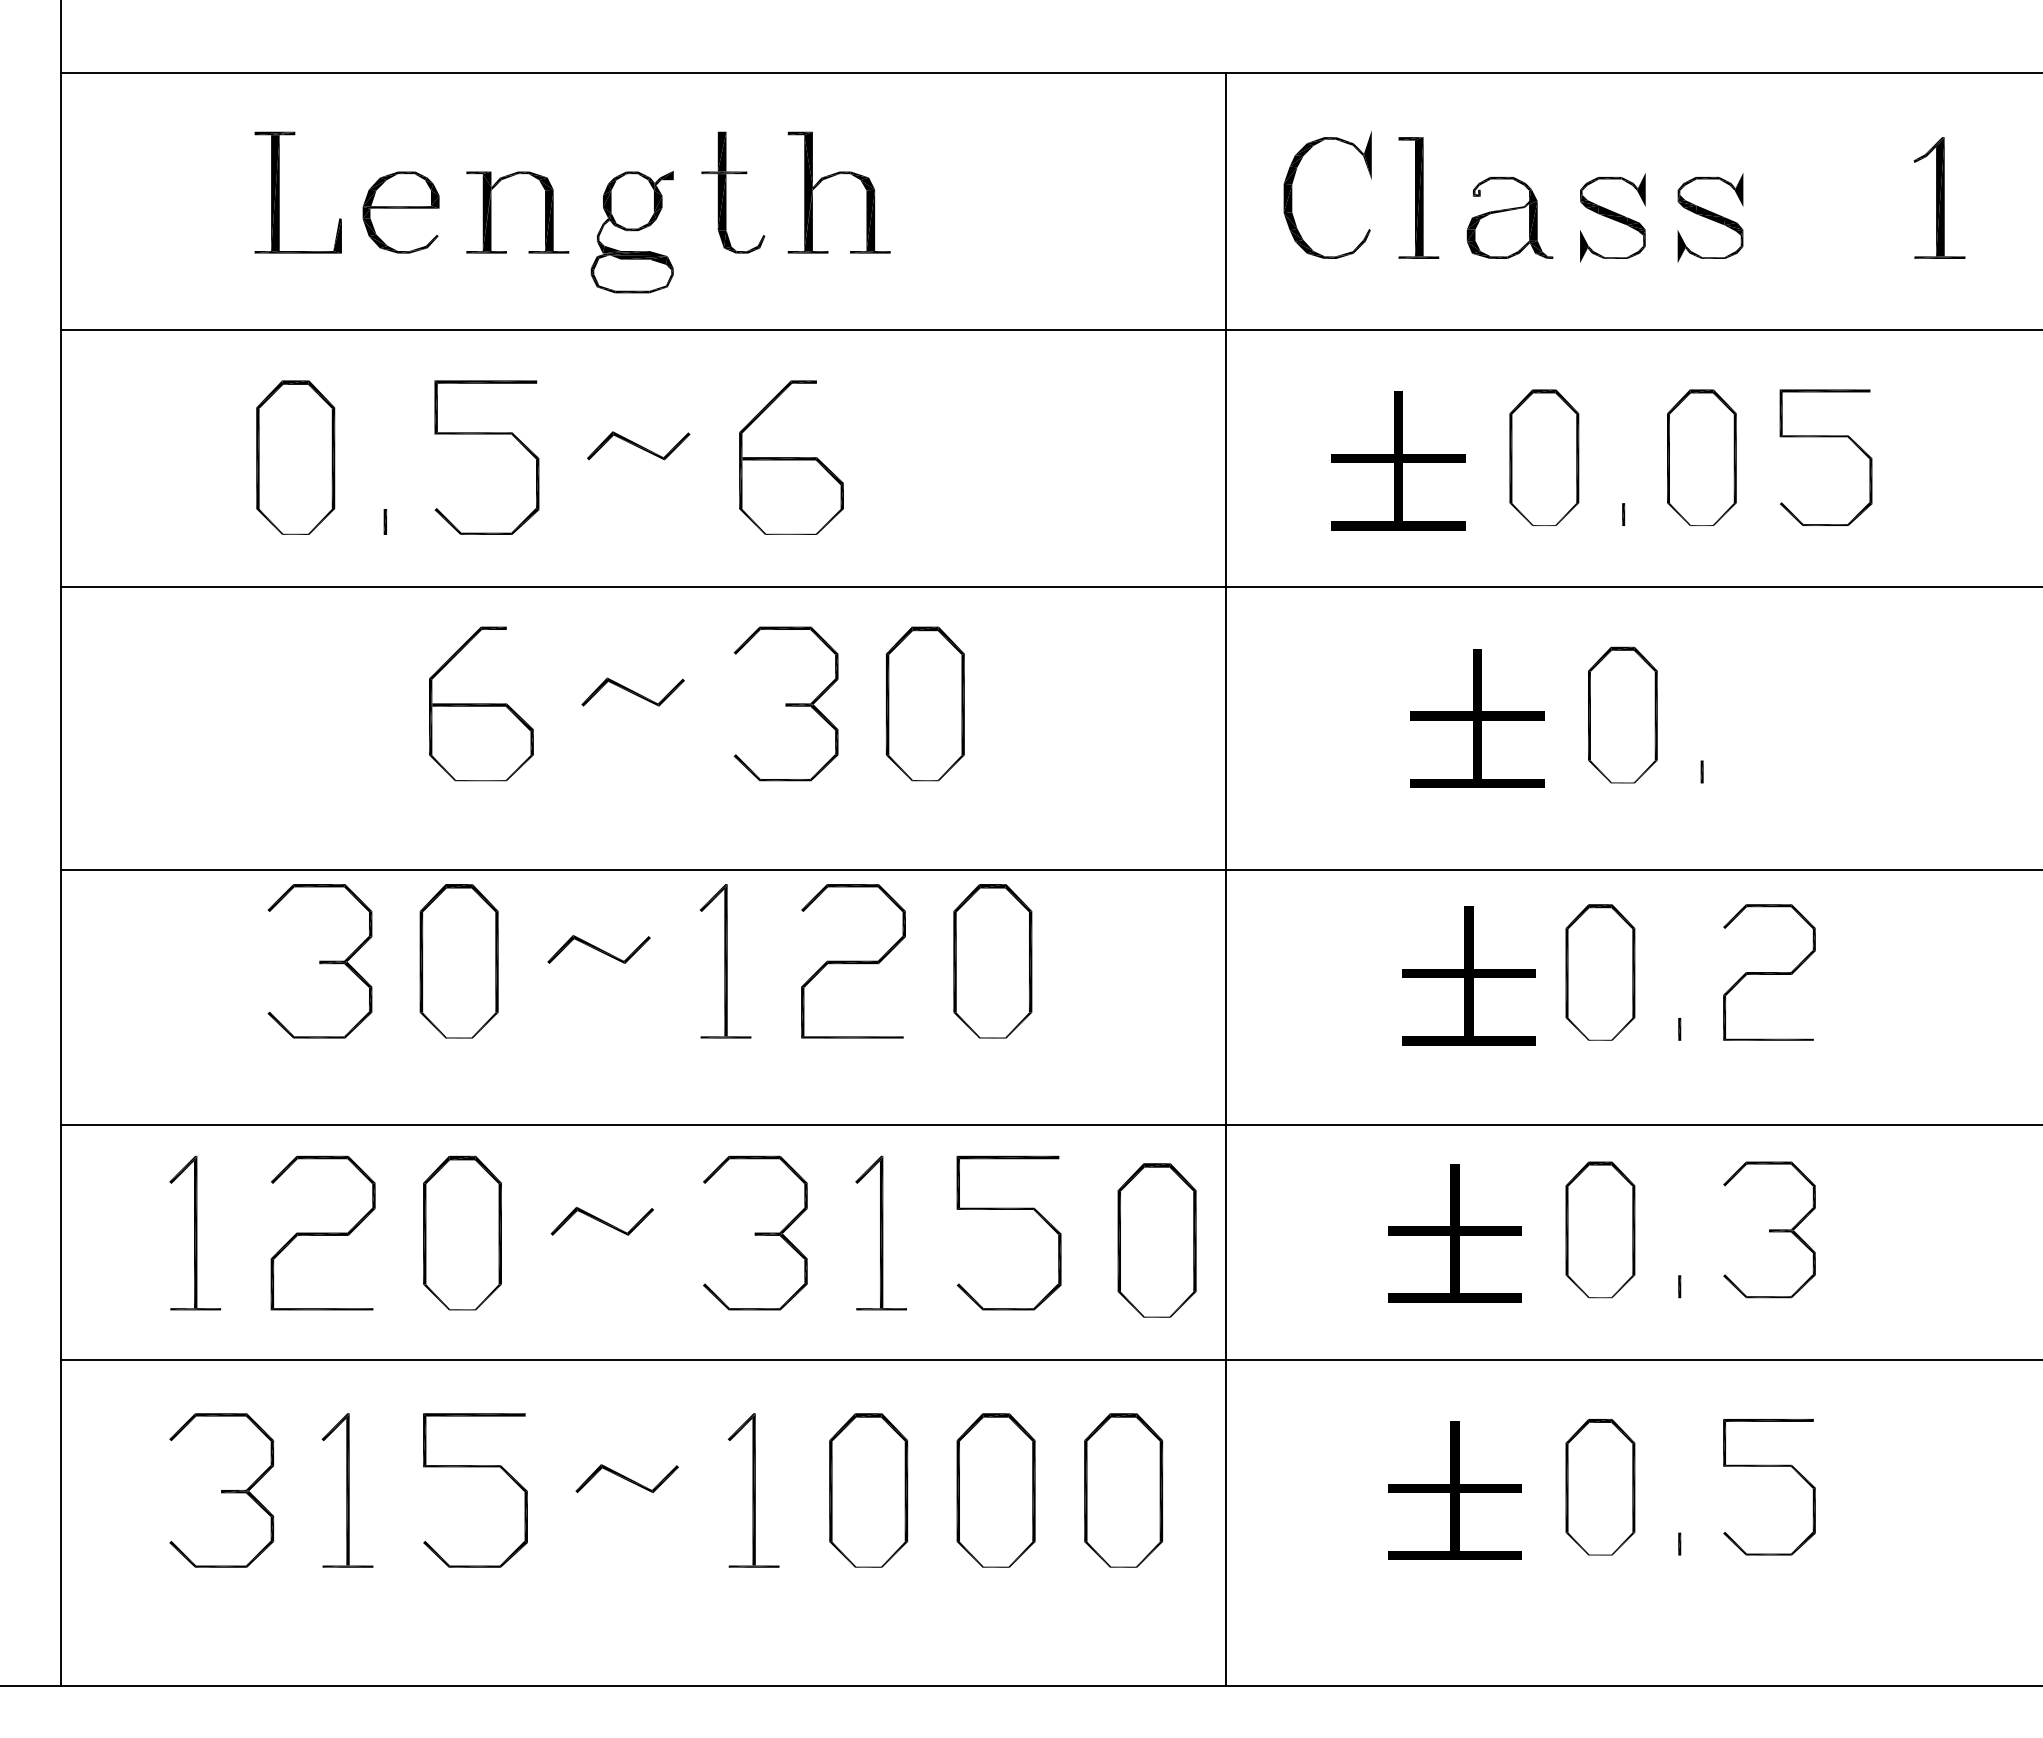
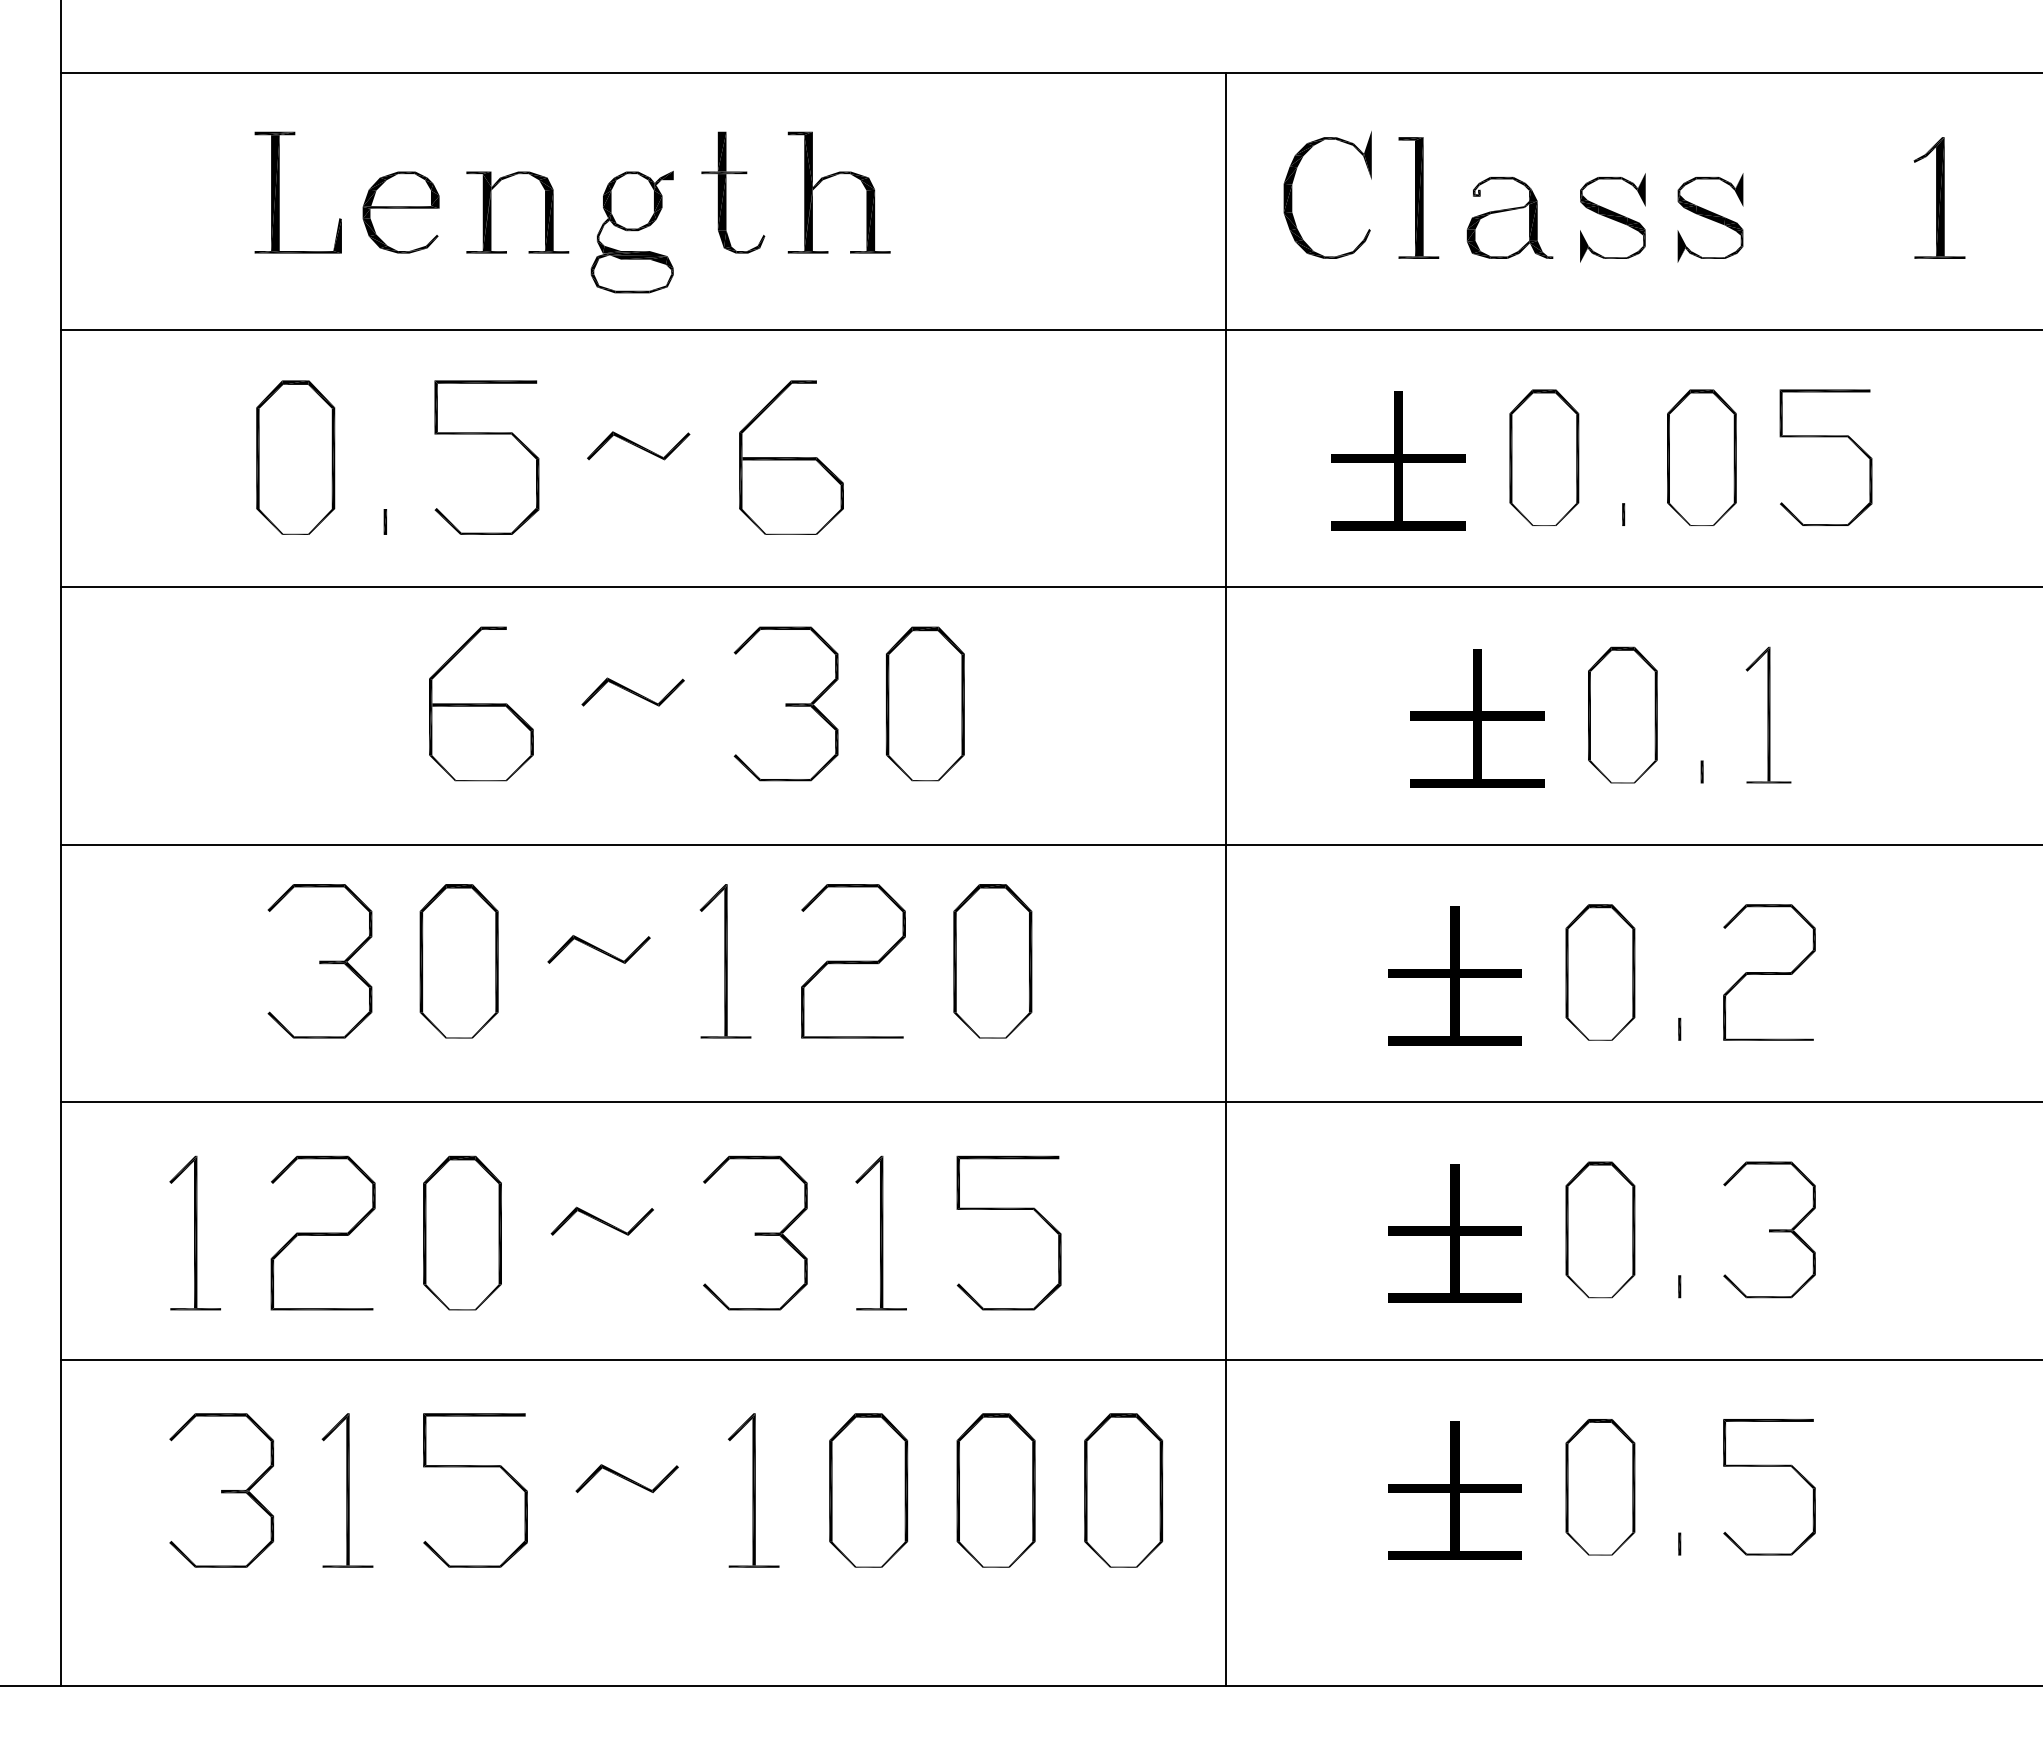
part at (1768, 714): none -> present
line at (1050, 869) position: (1050, 869) -> (1050, 844)
part at (1468, 975) position: (1468, 975) -> (1454, 975)
line at (1050, 1125) position: (1050, 1125) -> (1050, 1102)
part at (1156, 1240): present -> none
